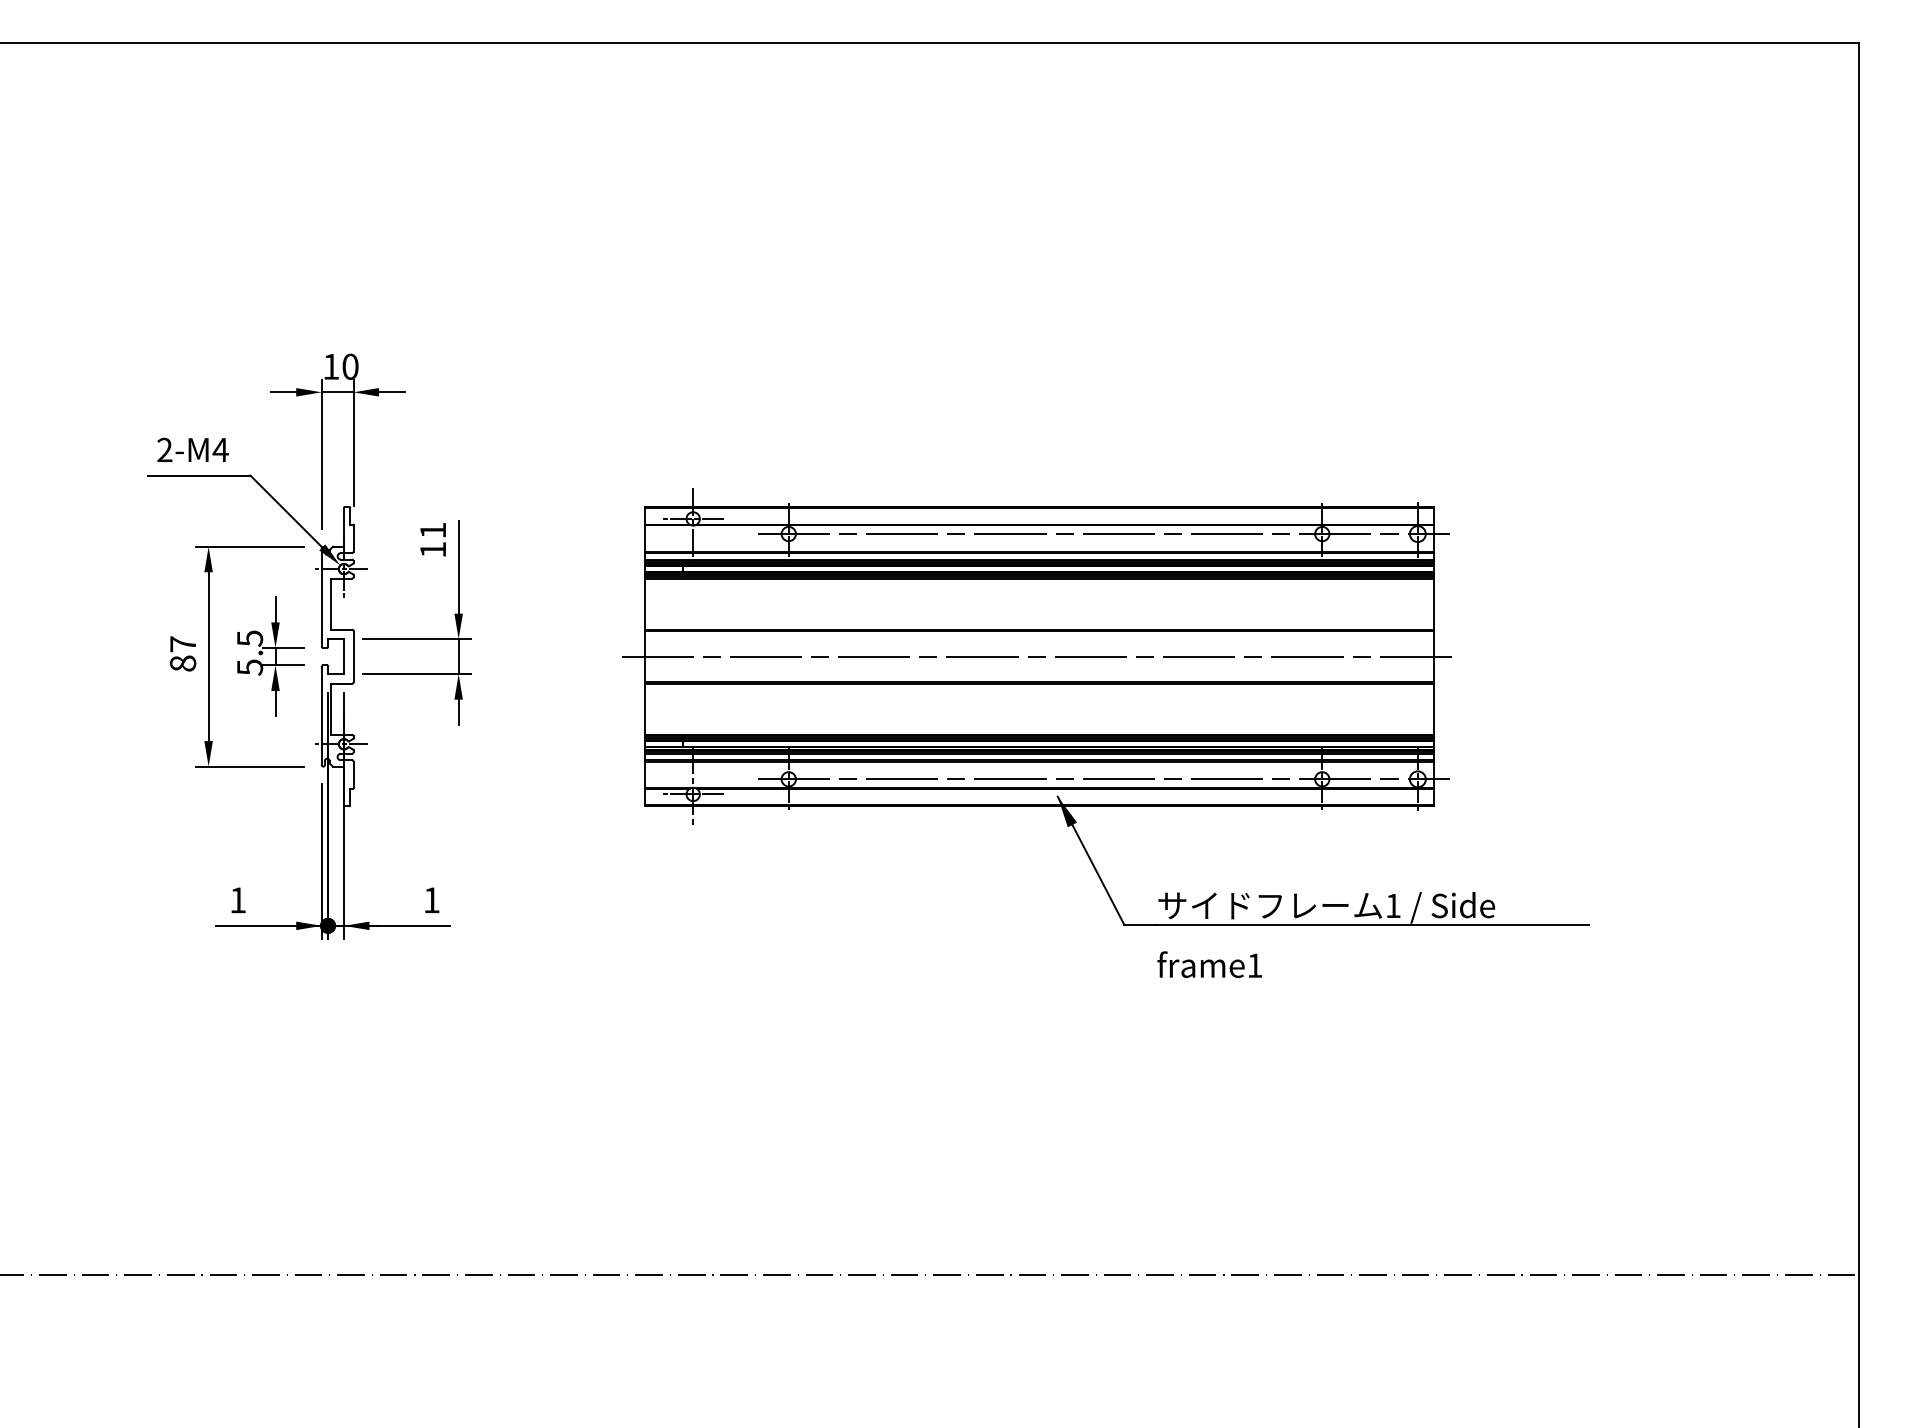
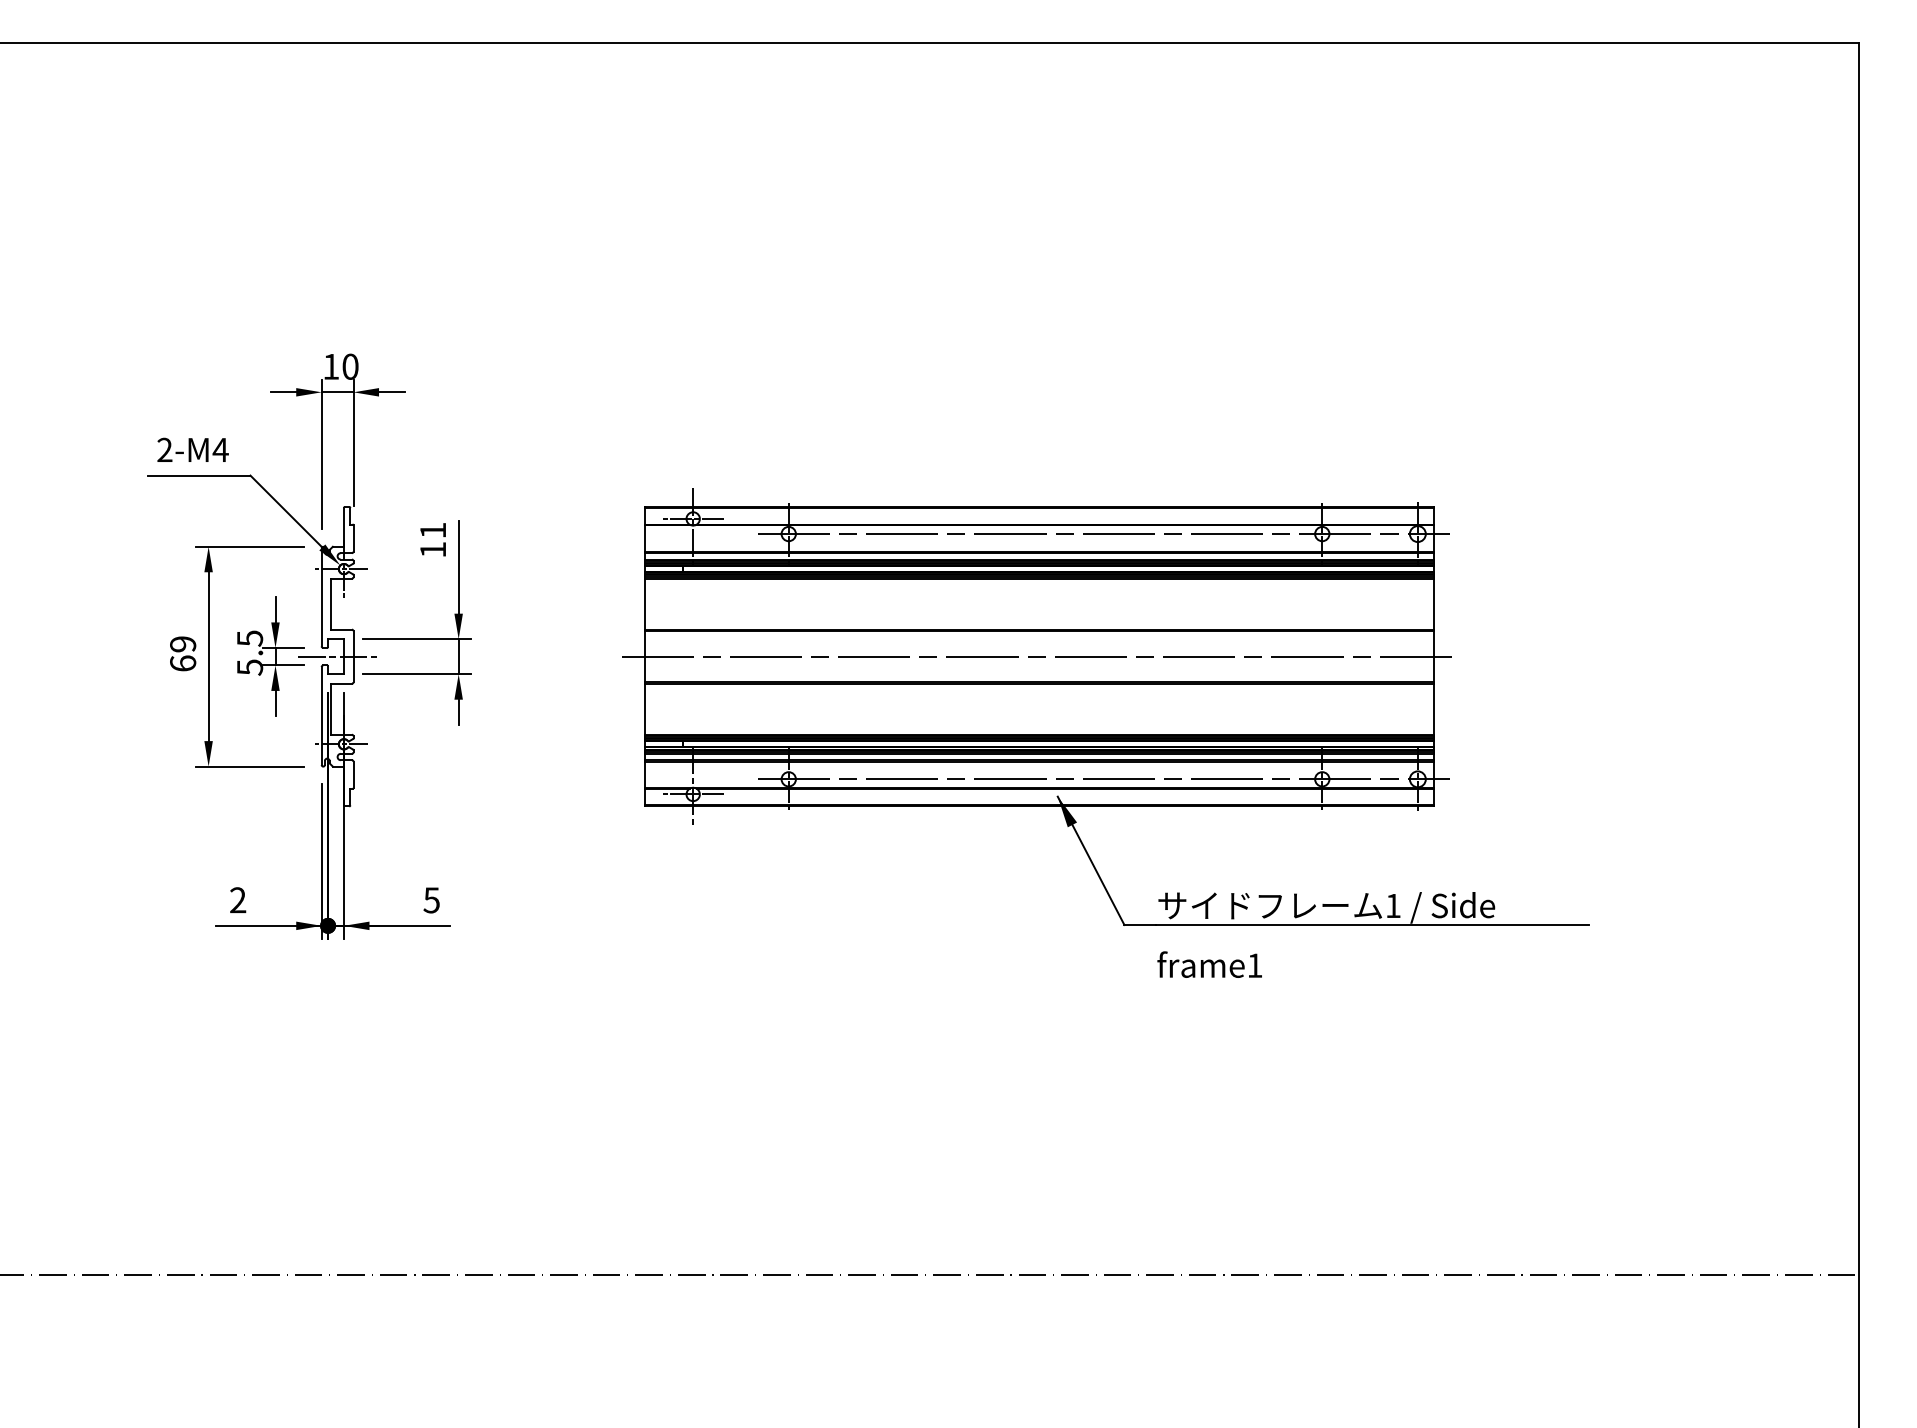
text at (183, 653): 87 -> 69
line at (337, 656): none -> present
text at (238, 899): 1 -> 2
text at (431, 900): 1 -> 5
